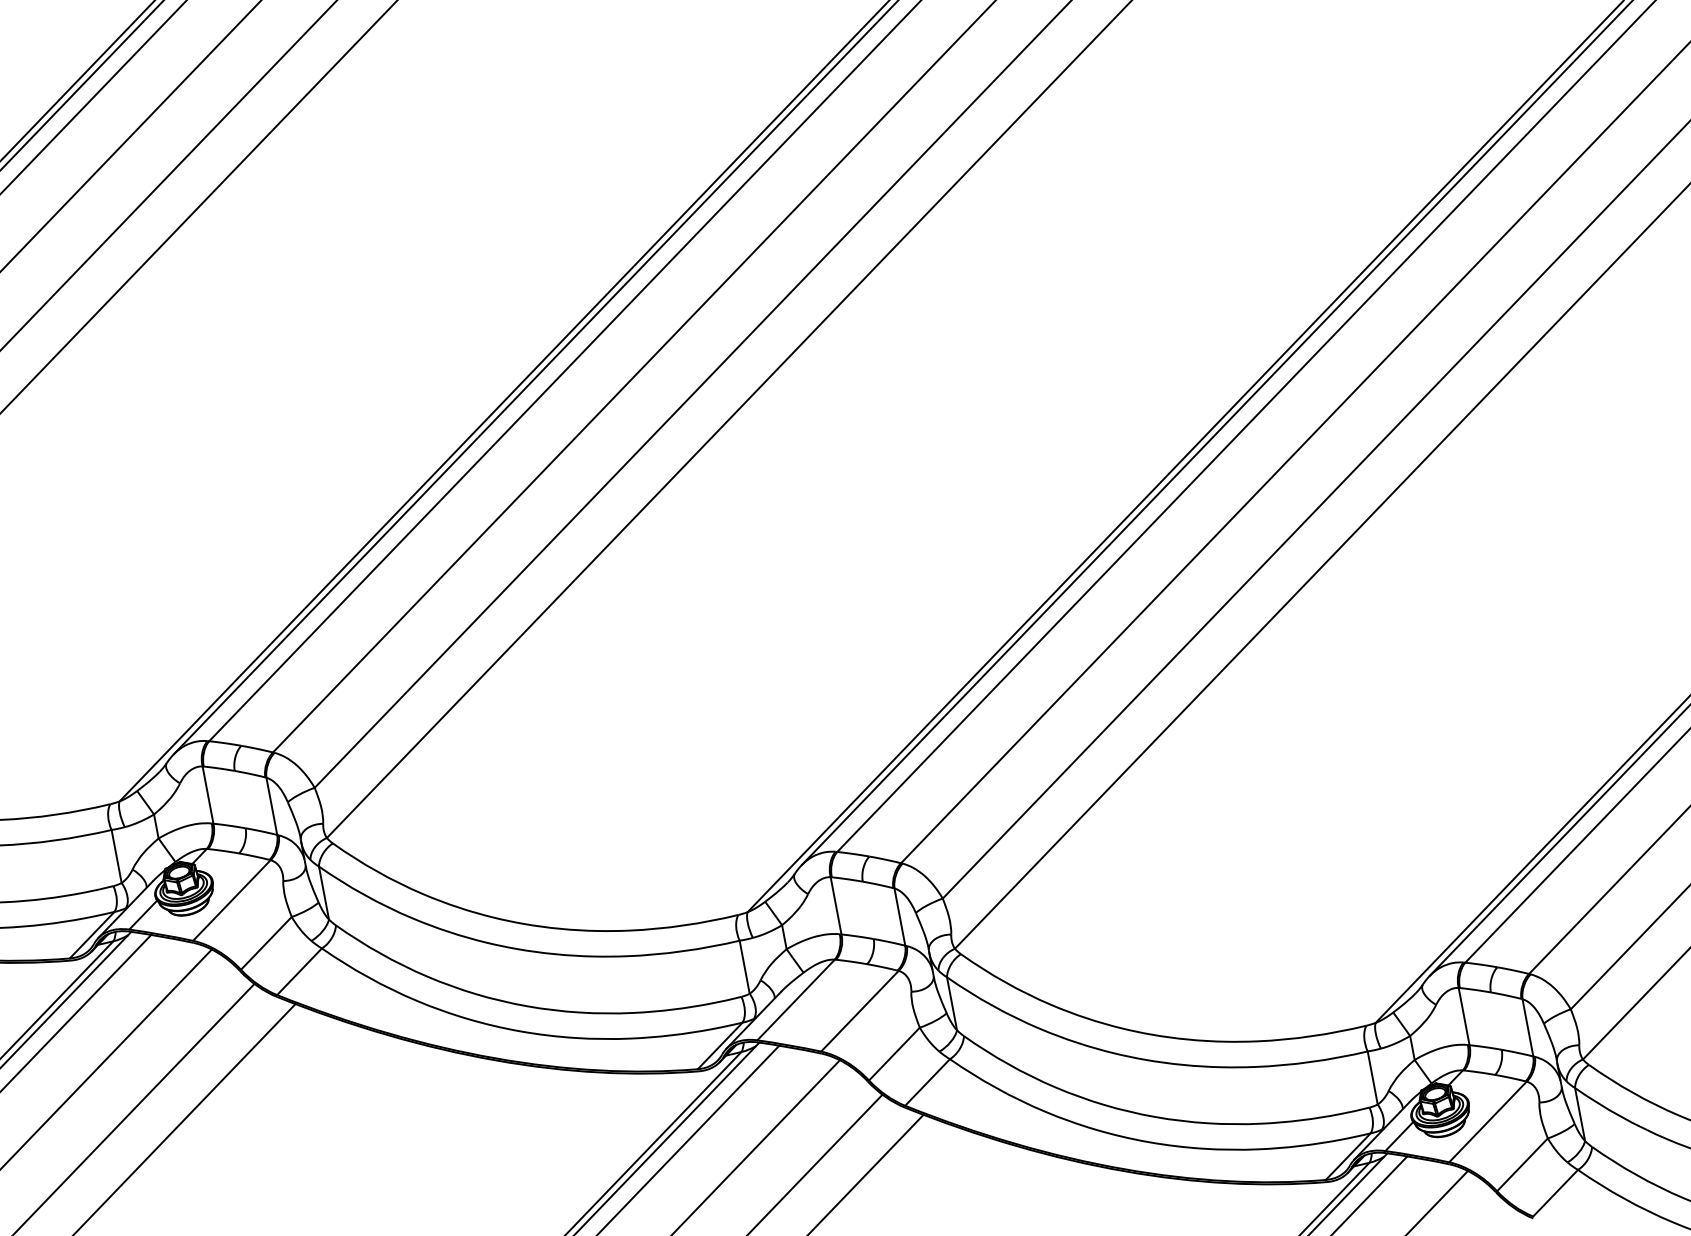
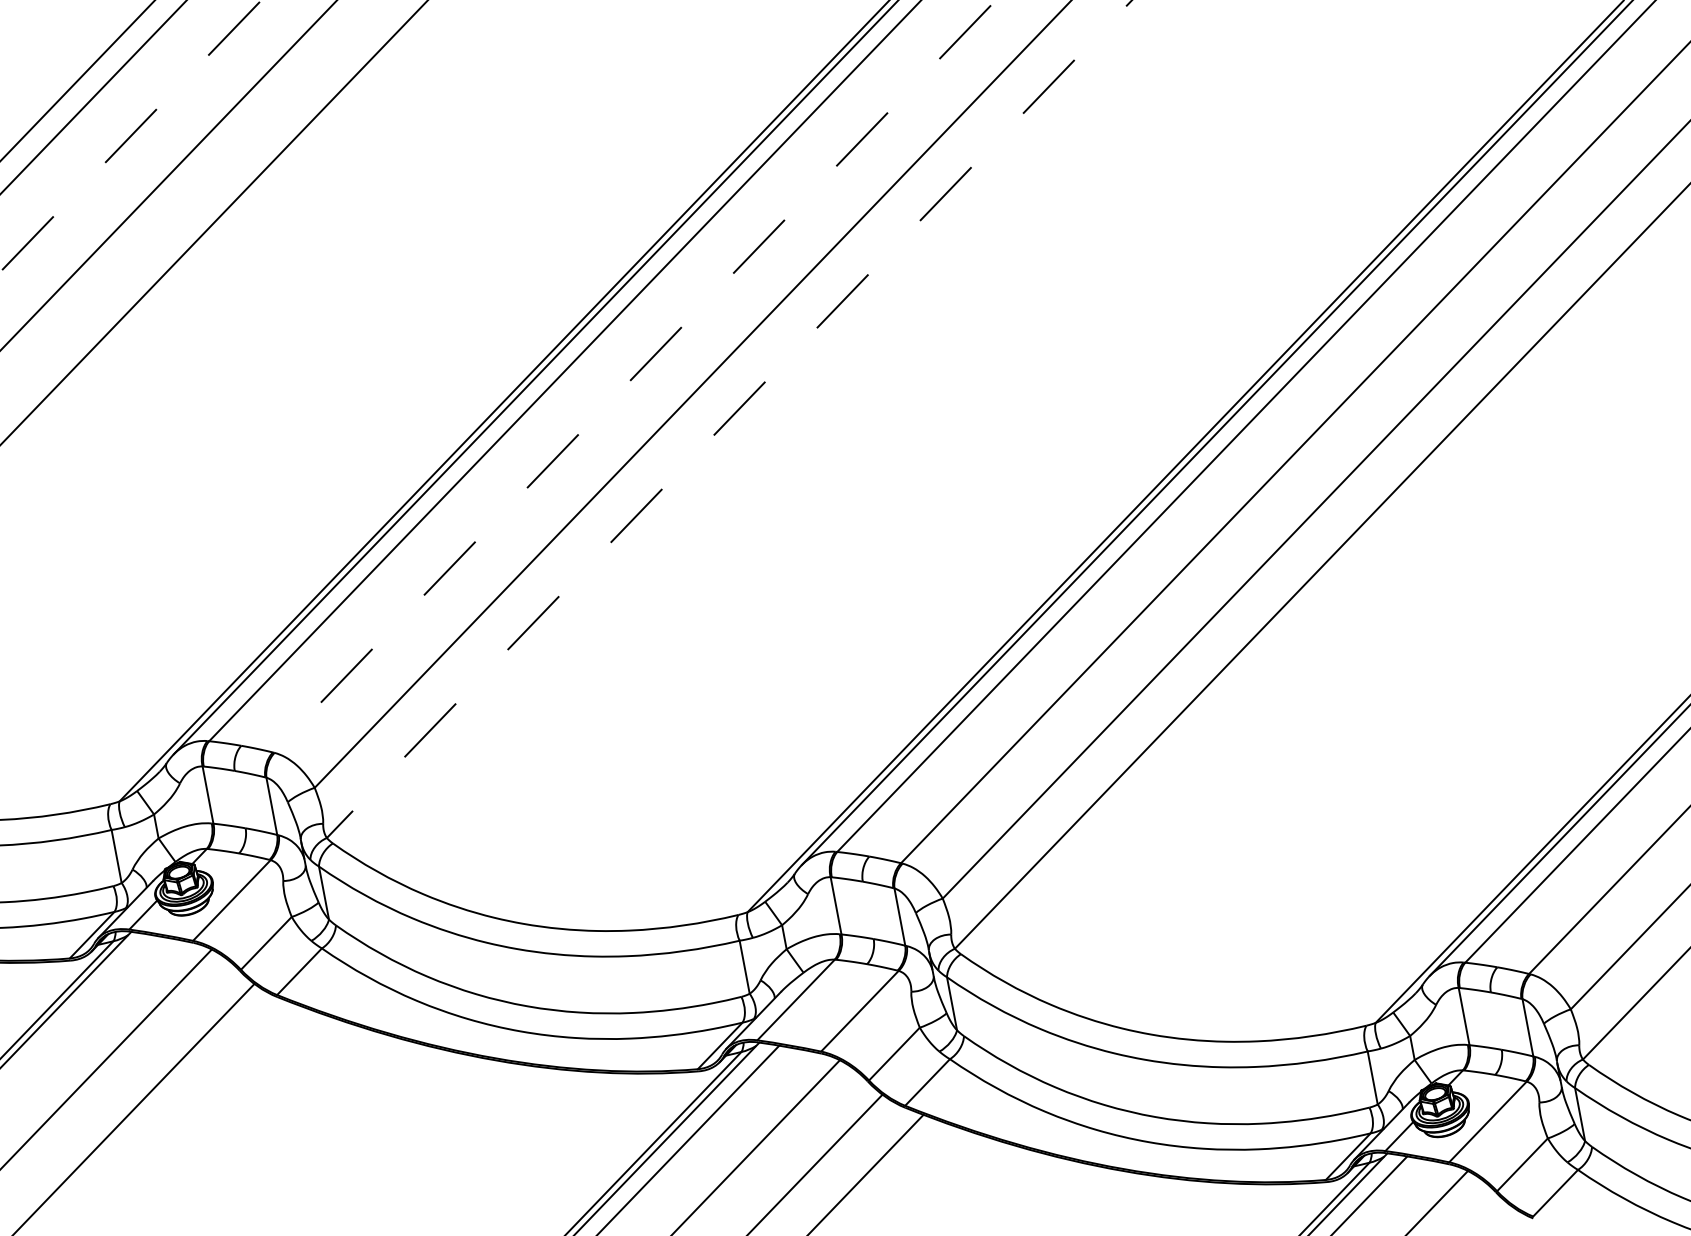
line at (82, 85): present -> none
line at (130, 136): solid -> dashed
line at (198, 206) position: (198, 206) -> (214, 222)
line at (634, 376): solid -> dashed
line at (729, 419): solid -> dashed
line at (76, 1011): present -> none
line at (185, 1118): present -> none
